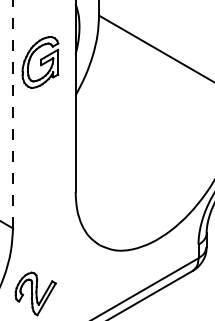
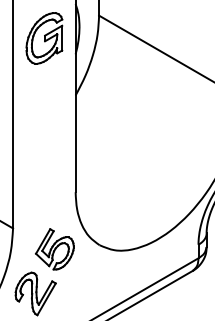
part at (40, 62) position: (40, 62) -> (44, 38)
line at (13, 114): dashed -> solid
part at (54, 249): none -> present
